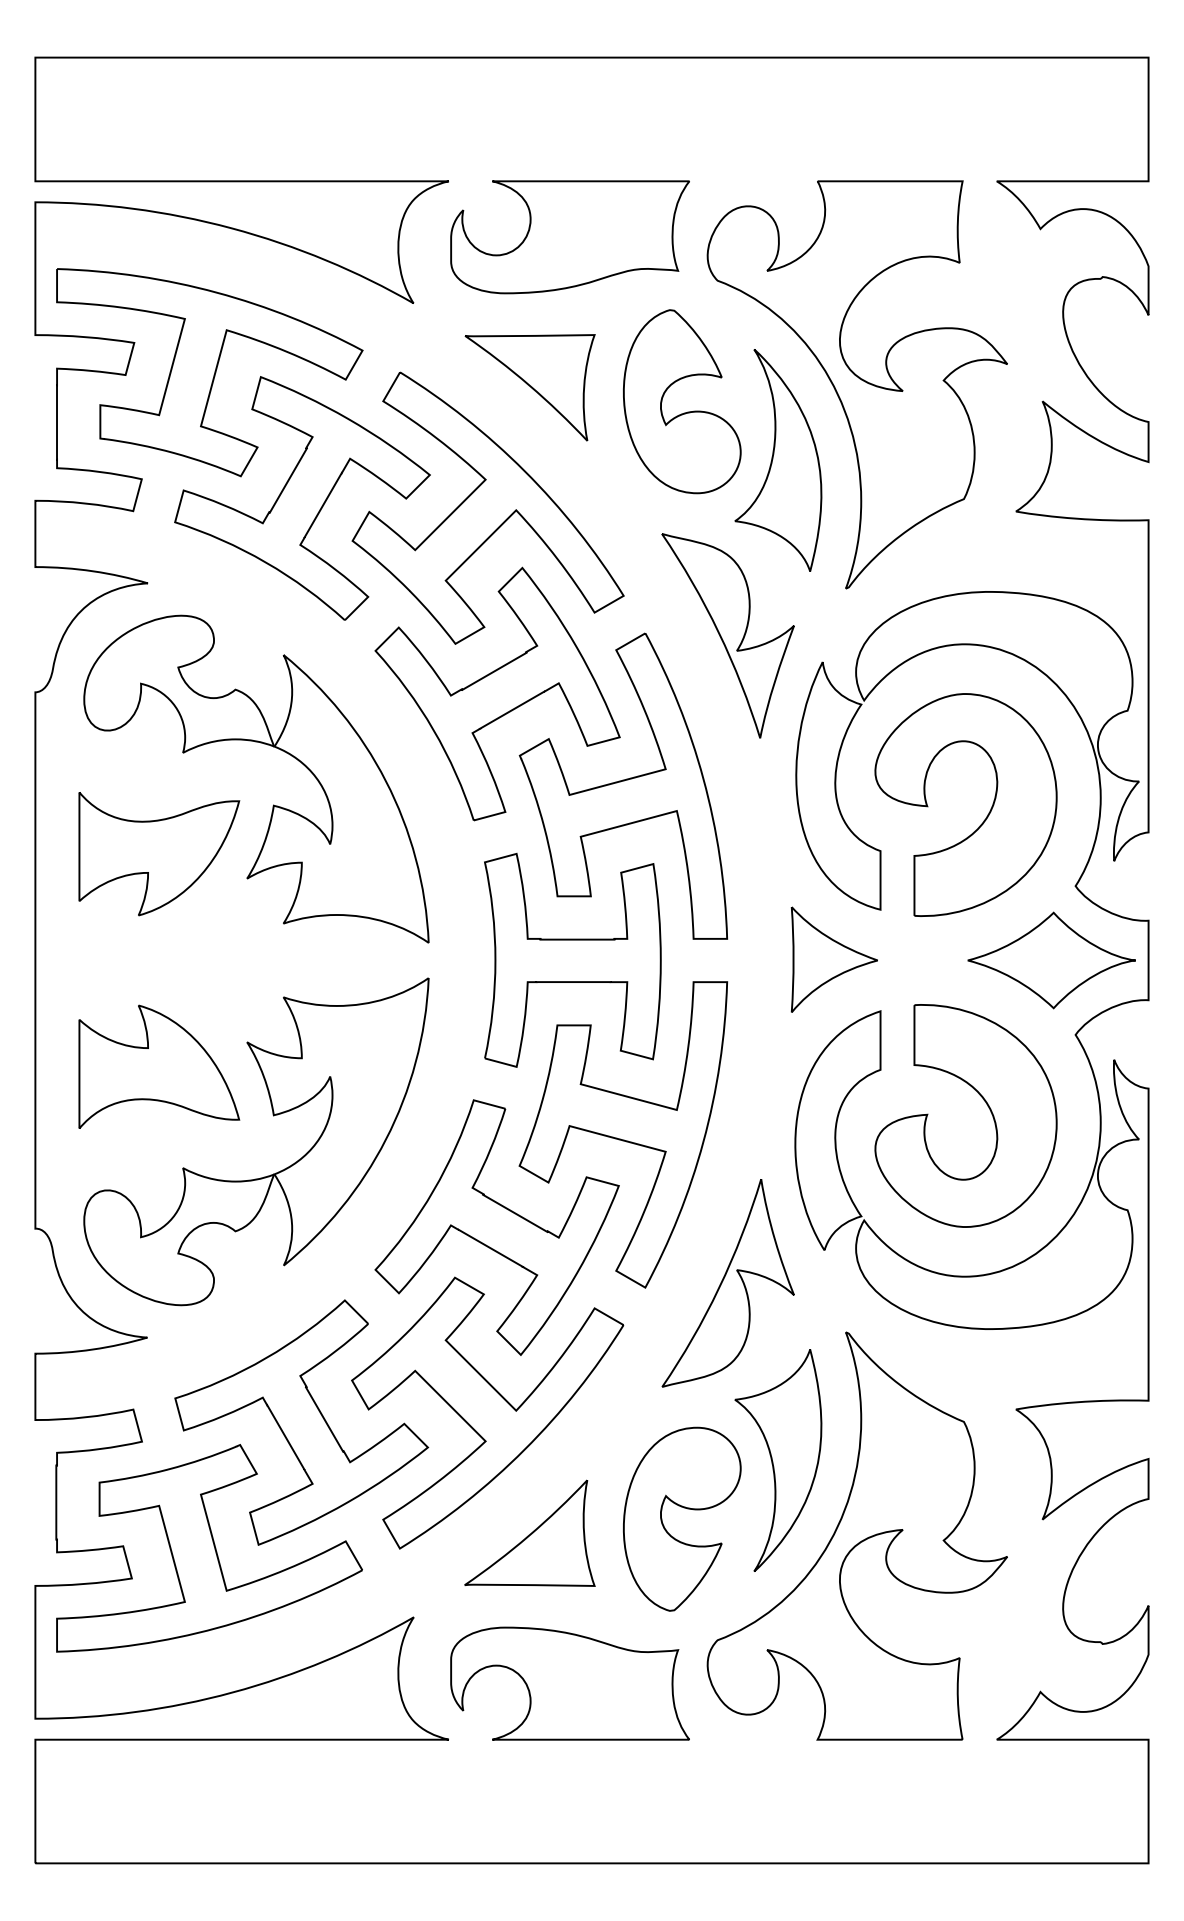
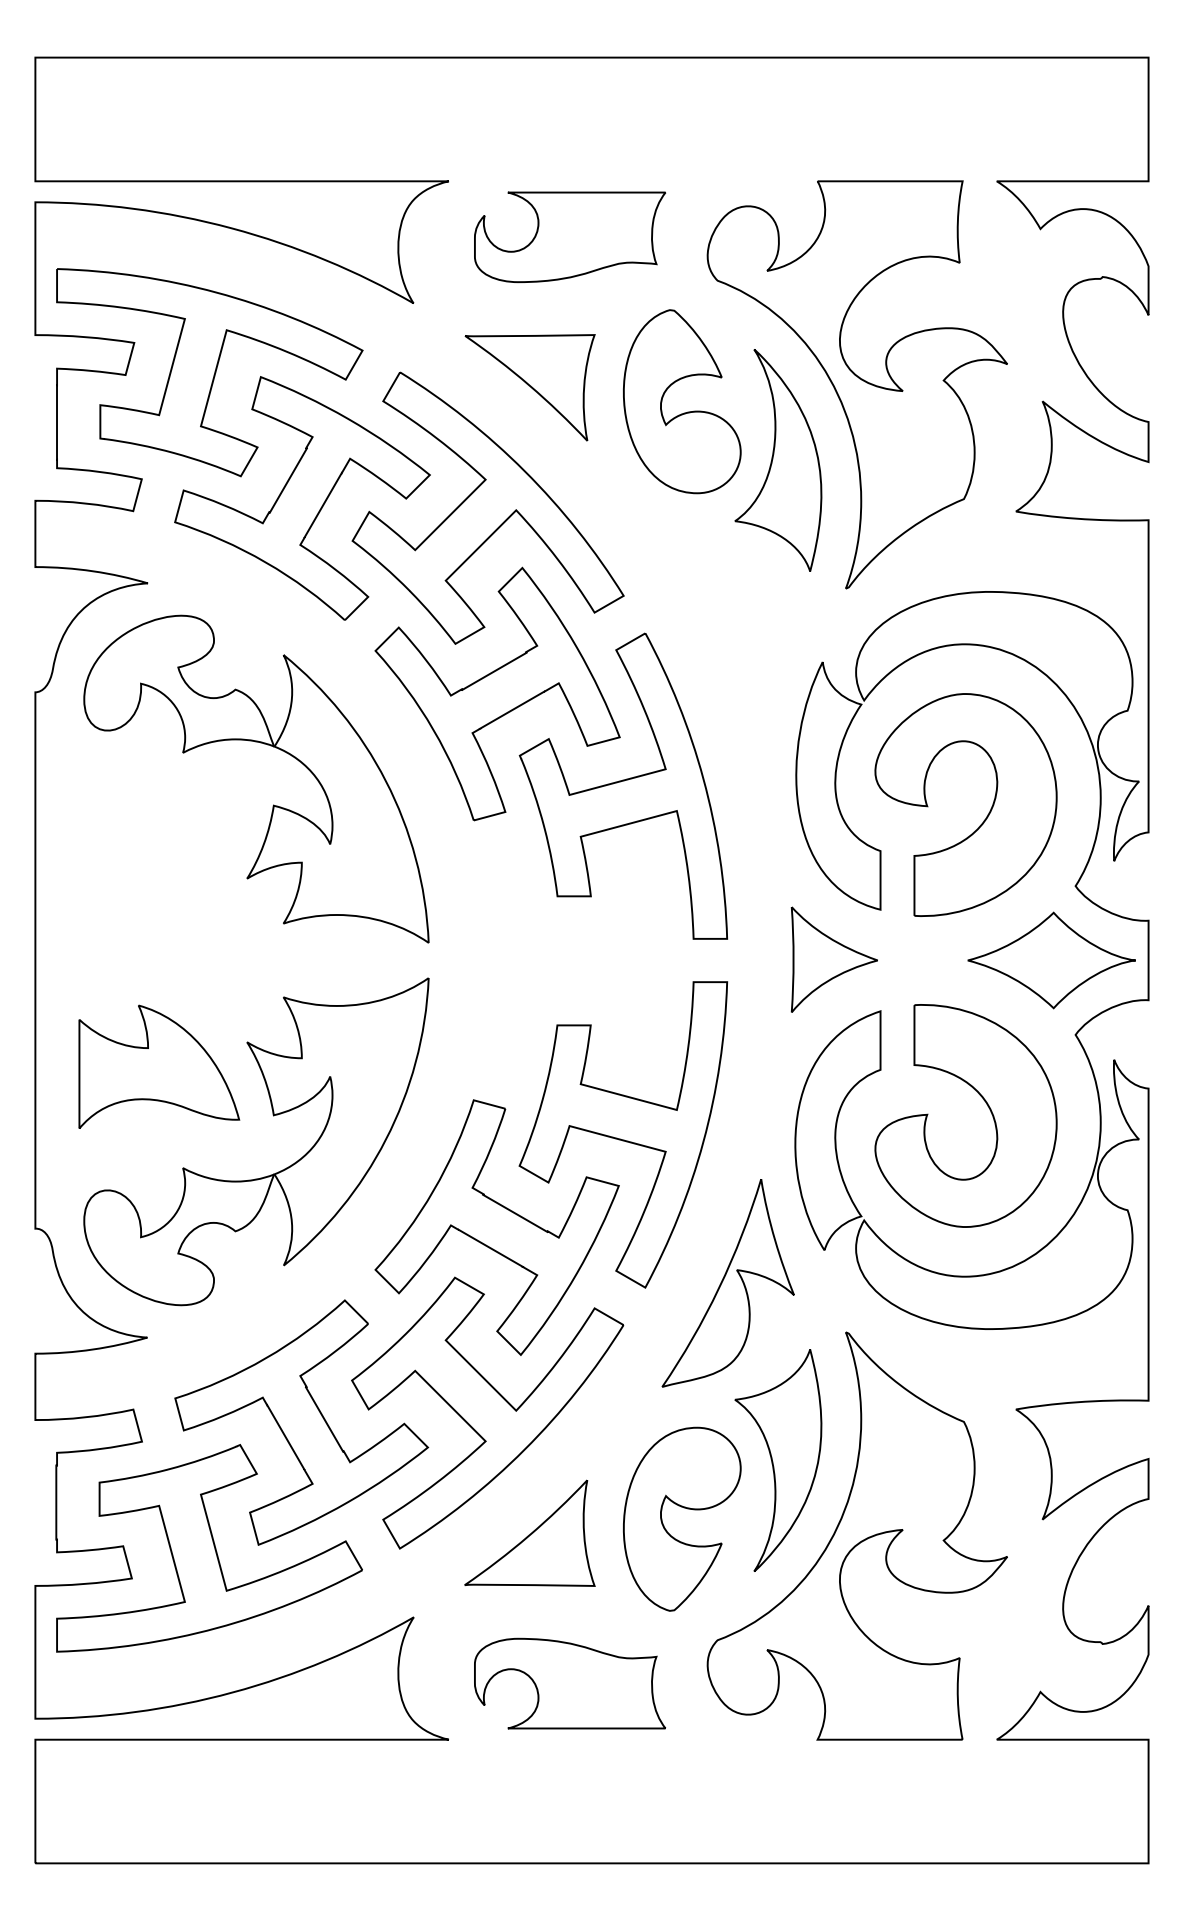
part at (569, 237) size: 240x115 px -> 193x93 px
part at (727, 635): present -> none
part at (159, 854): present -> none
part at (572, 960): present -> none
part at (569, 1683) size: 240x115 px -> 192x93 px
